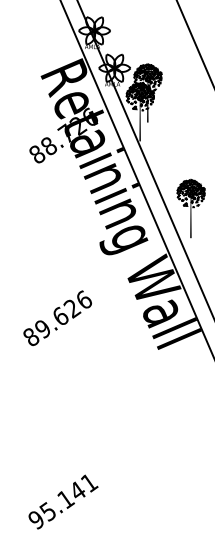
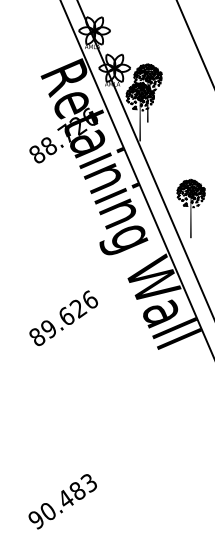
text at (57, 317) position: (57, 317) -> (63, 317)
text at (68, 497): 95.141 -> 90.483
